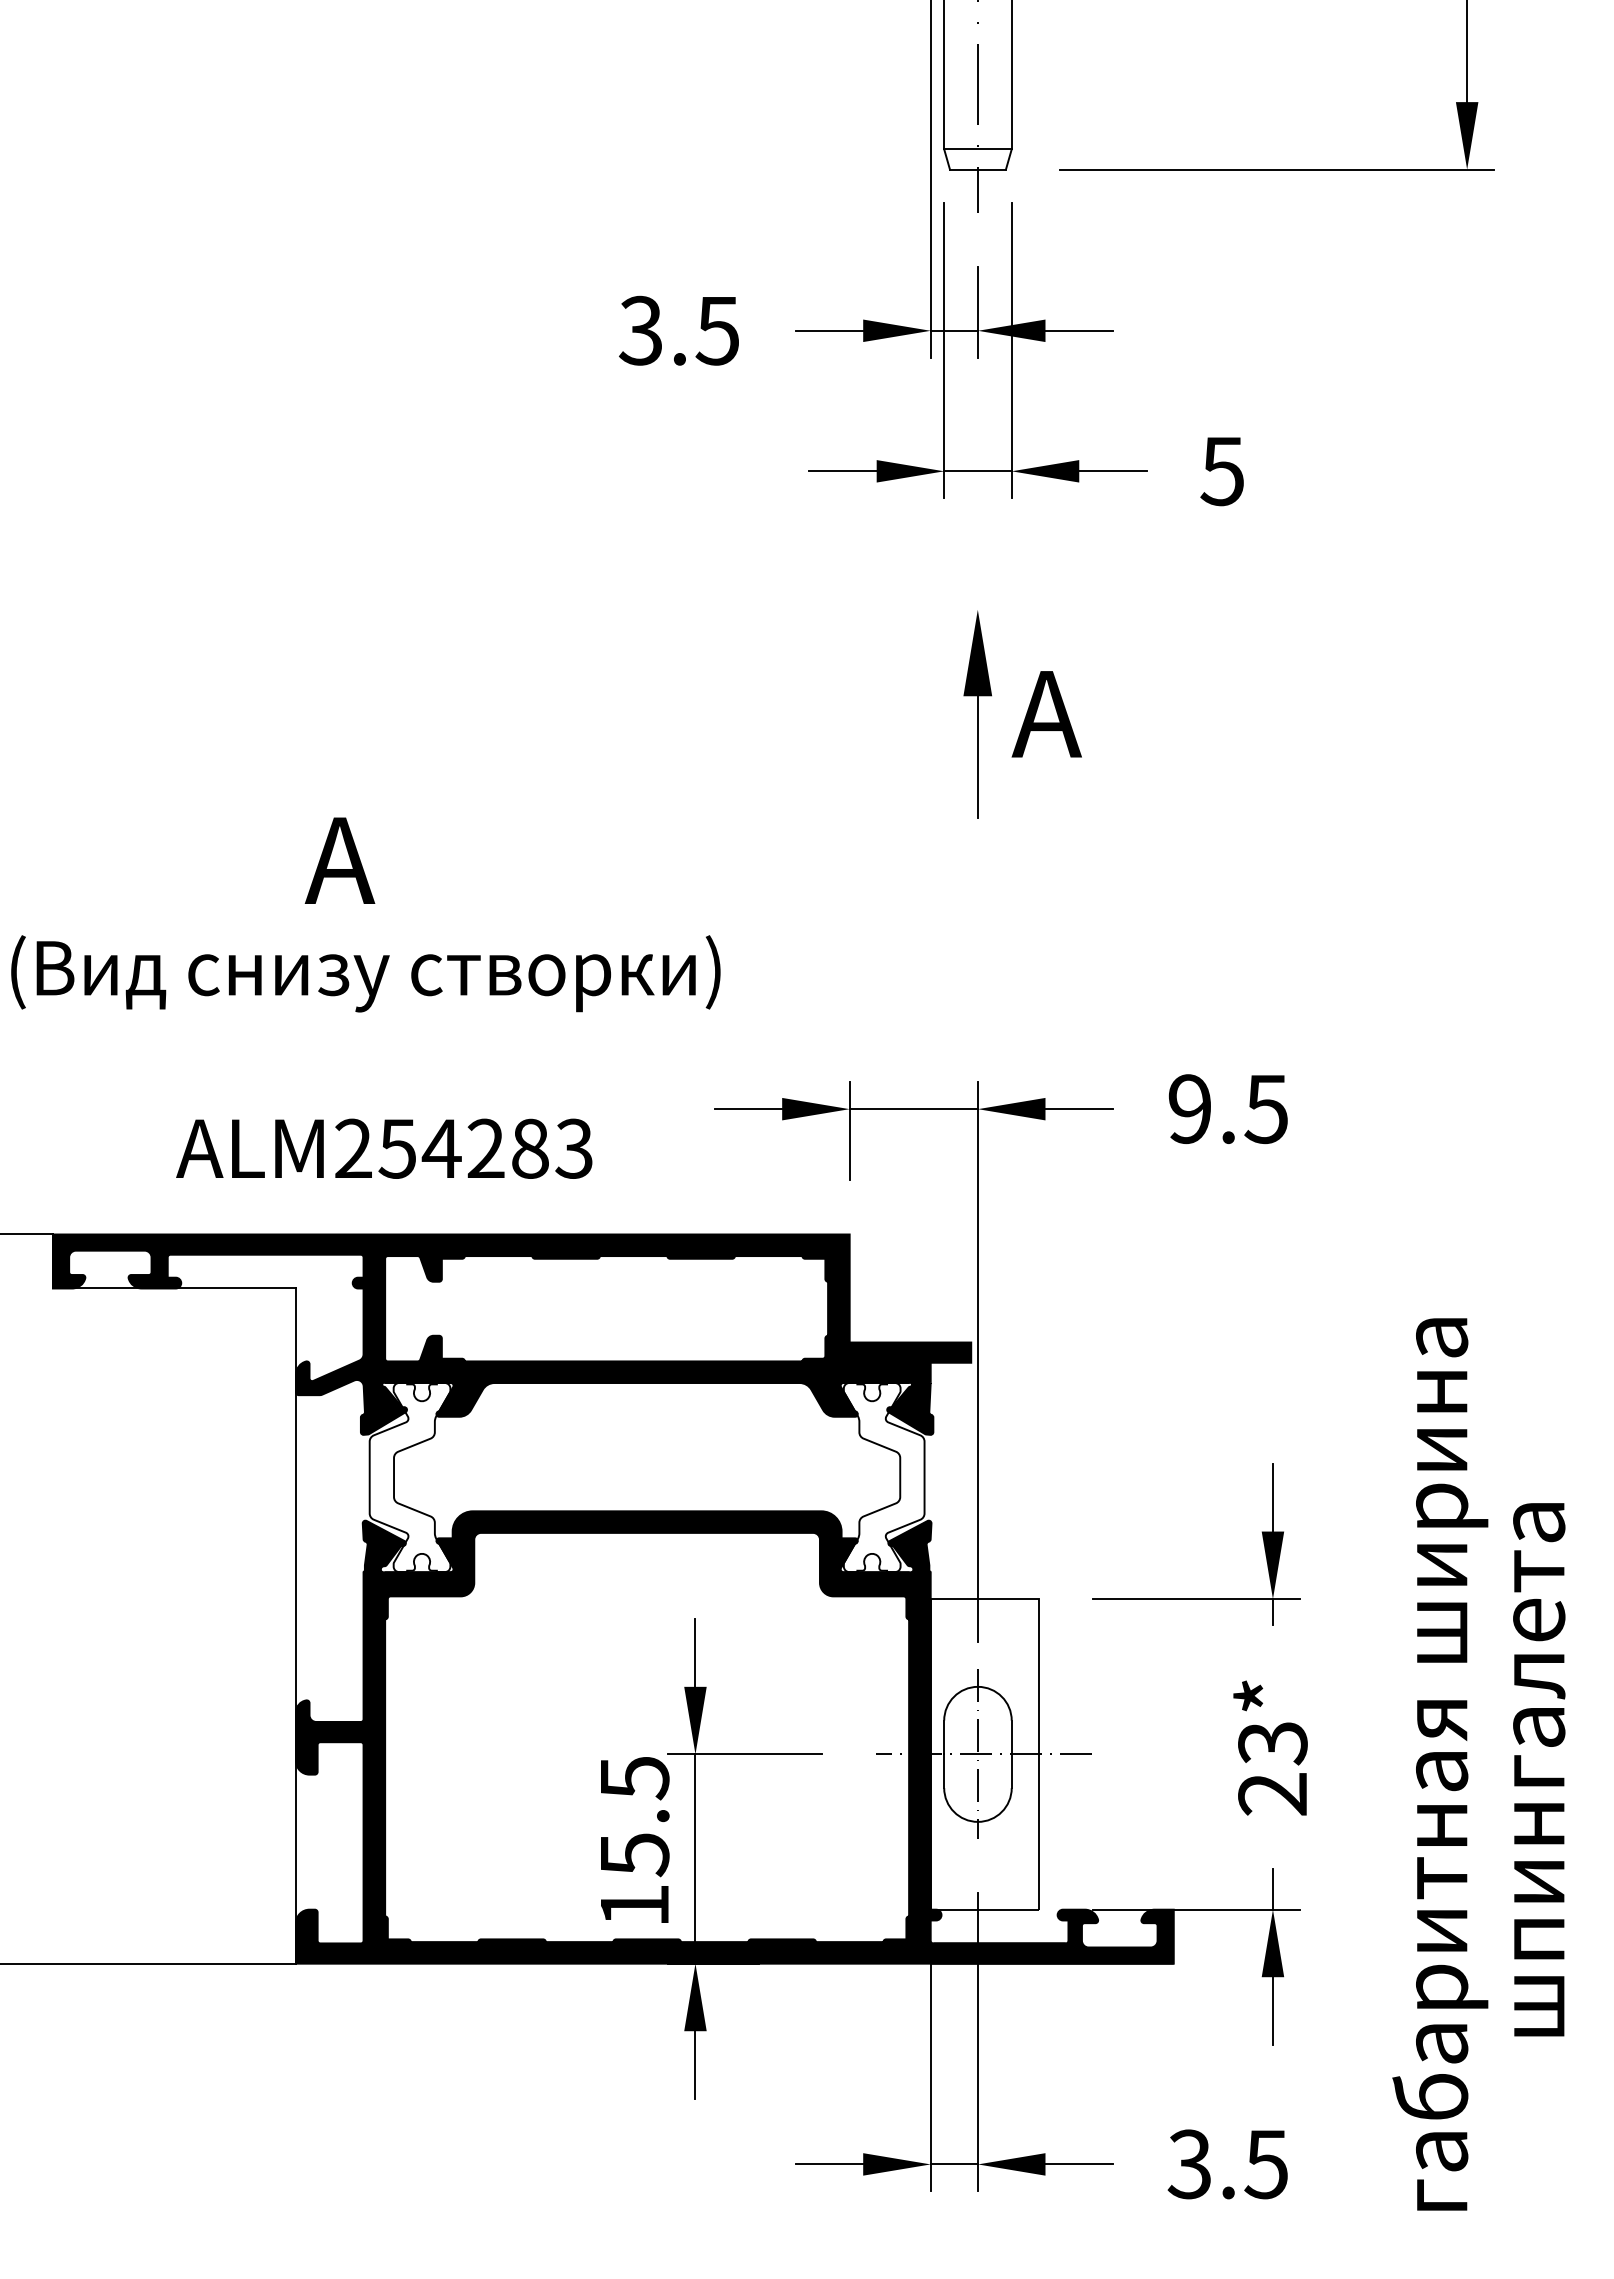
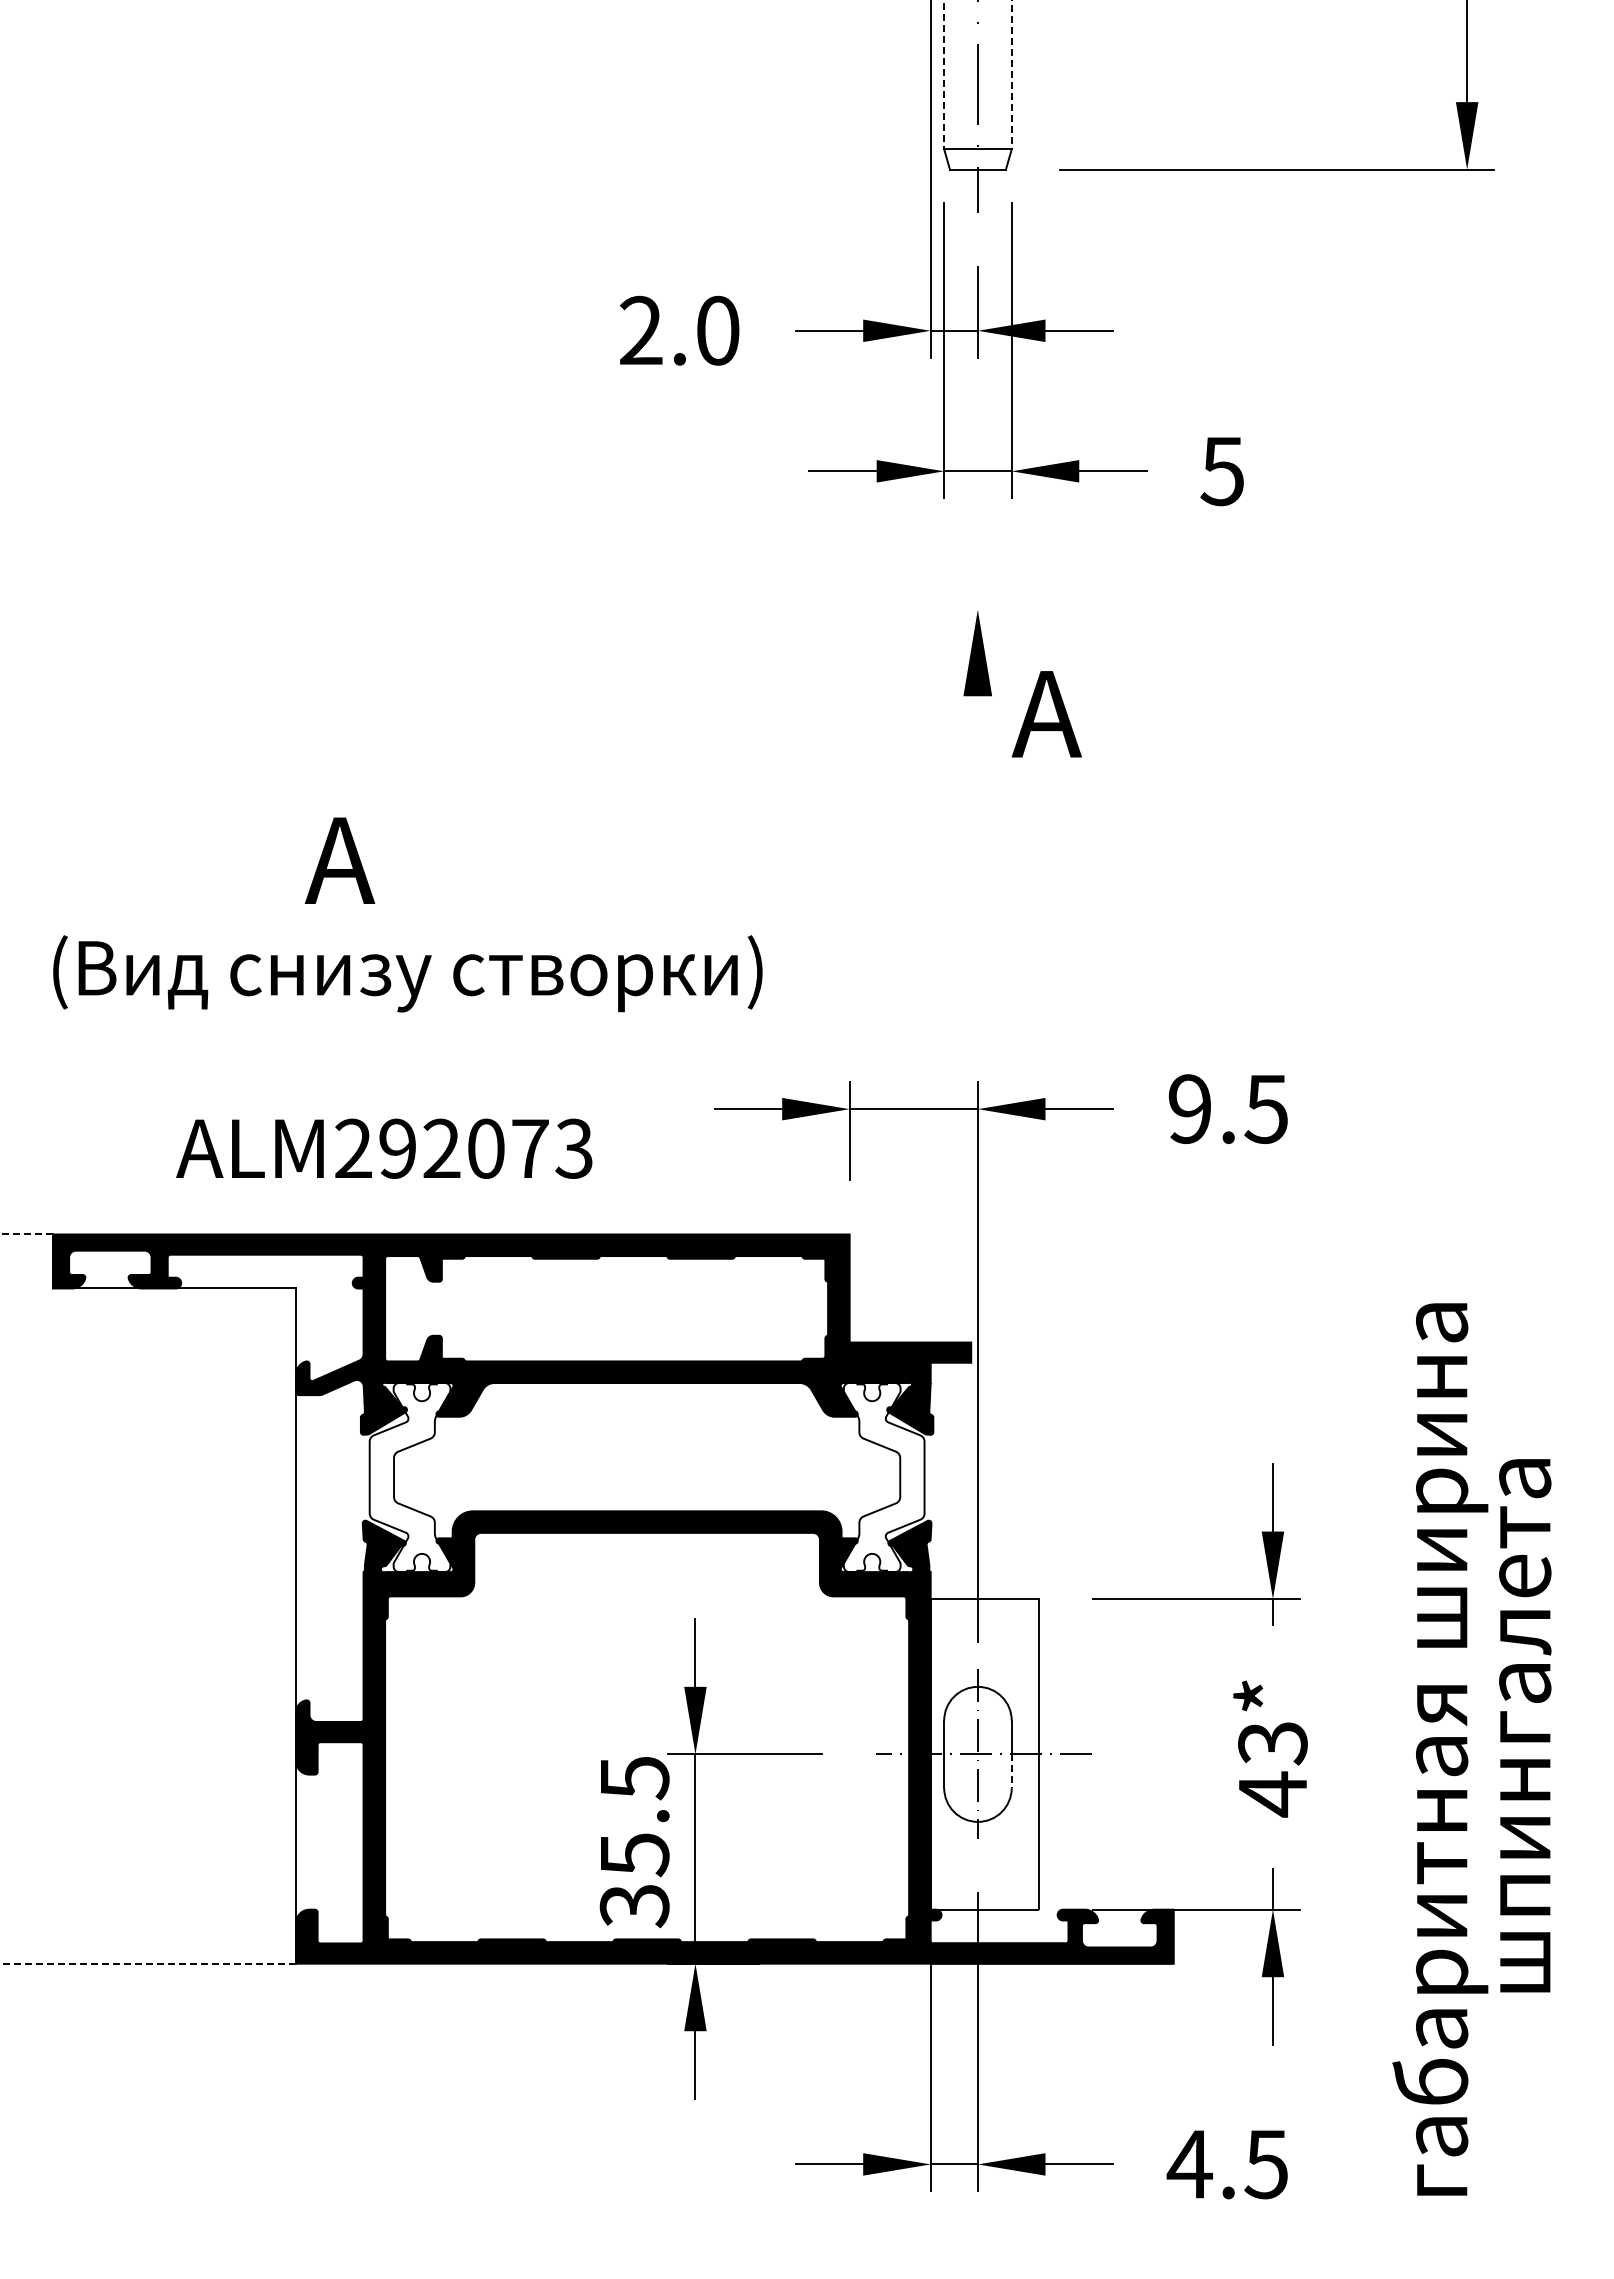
line at (944, 75): solid -> dashed
line at (1011, 75): solid -> dashed
text at (679, 330): 3.5 -> 2.0
line at (977, 757): present -> none
text at (365, 973) position: (365, 973) -> (407, 973)
text at (463, 1148): ALM254283 -> ALM292073
line at (26, 1234): solid -> dashed
text at (1440, 1764) position: (1440, 1764) -> (1440, 1749)
text at (1539, 1769) position: (1539, 1769) -> (1525, 1725)
line at (1011, 1771): solid -> dashed
text at (1272, 1794): 23* -> 43*
text at (634, 1906): 15.5 -> 35.5
line at (148, 1963): solid -> dashed
text at (1189, 2164): 3.5 -> 4.5
